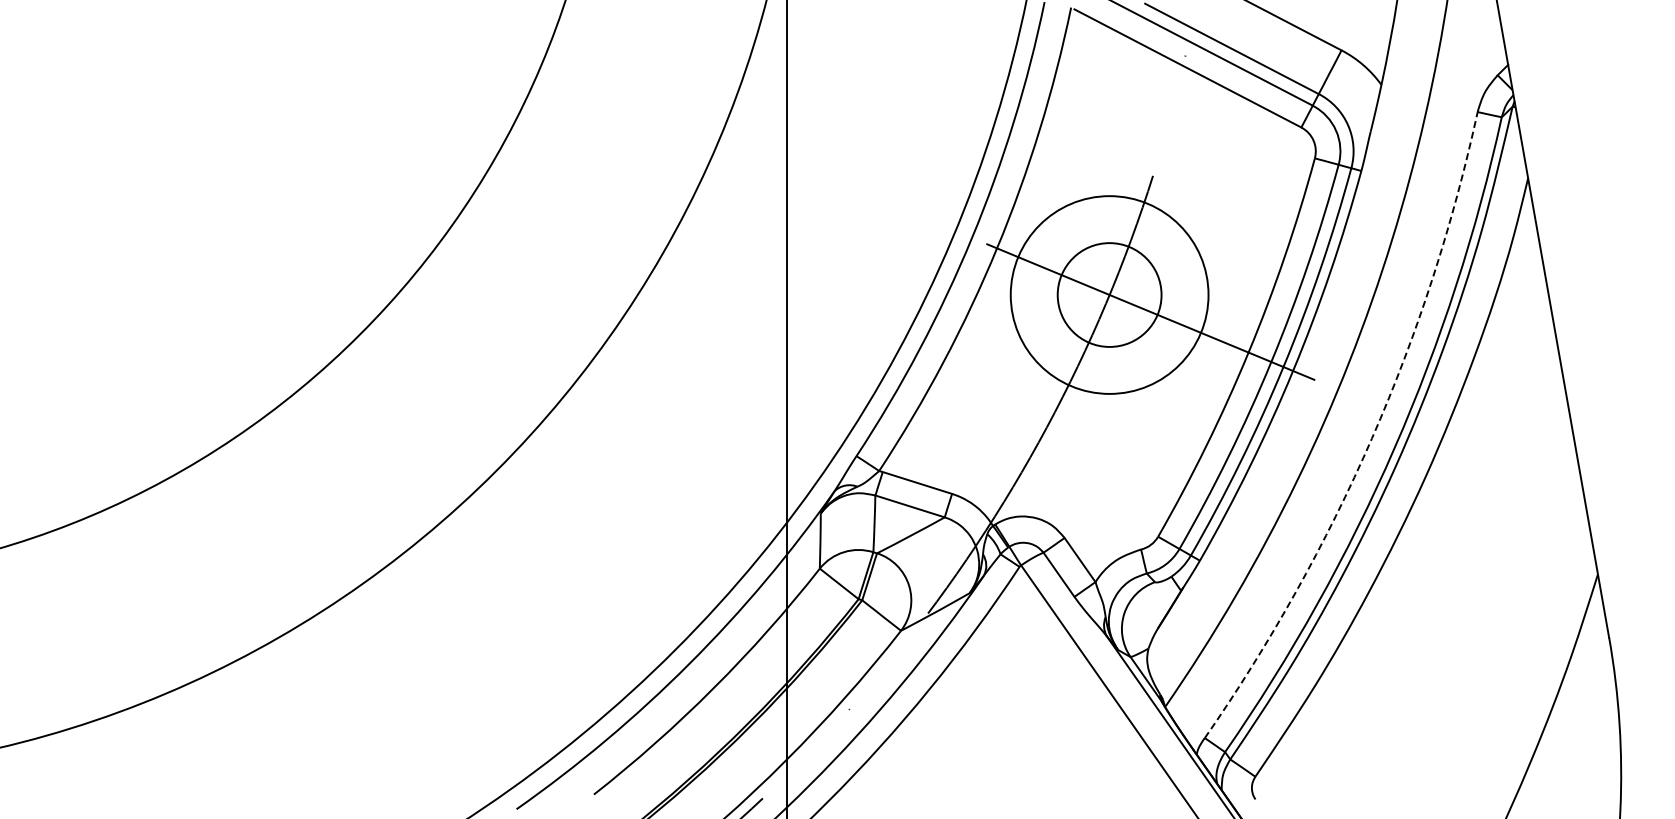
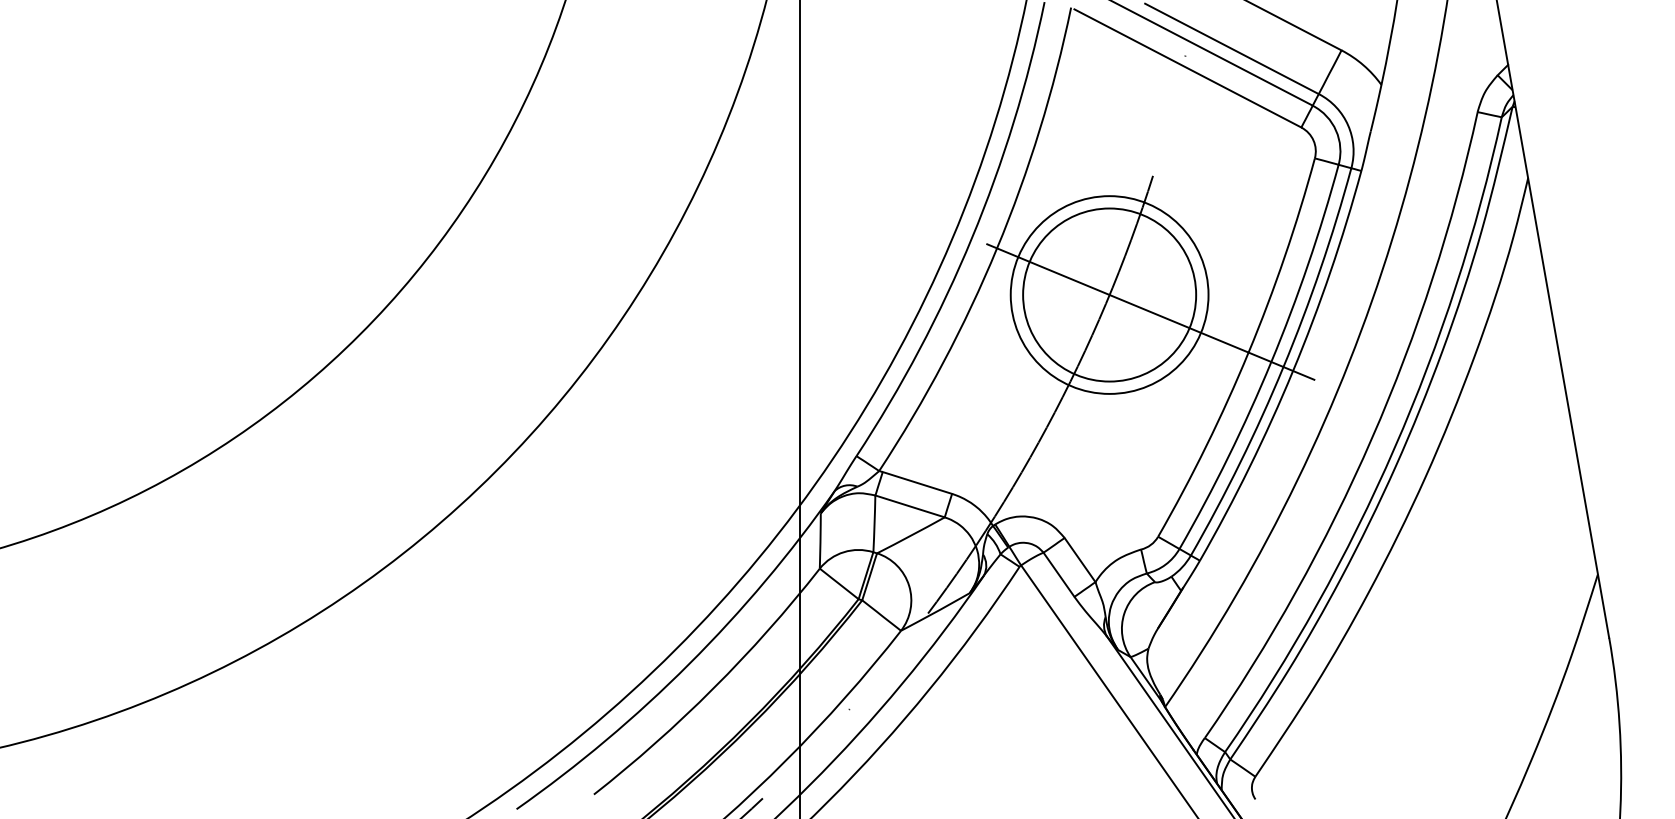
circle at (1109, 294) diameter: 104 px -> 173 px
line at (787, 408) position: (787, 408) -> (800, 408)
arc at (1372, 438): dashed -> solid
